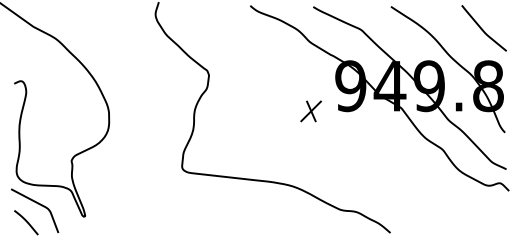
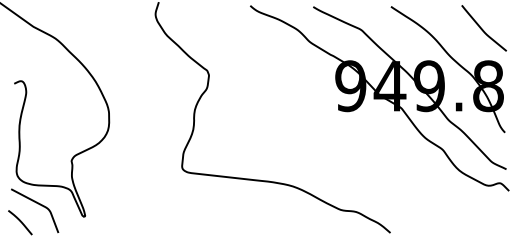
part at (310, 111): present -> none
line at (26, 222) position: (26, 222) -> (20, 222)
